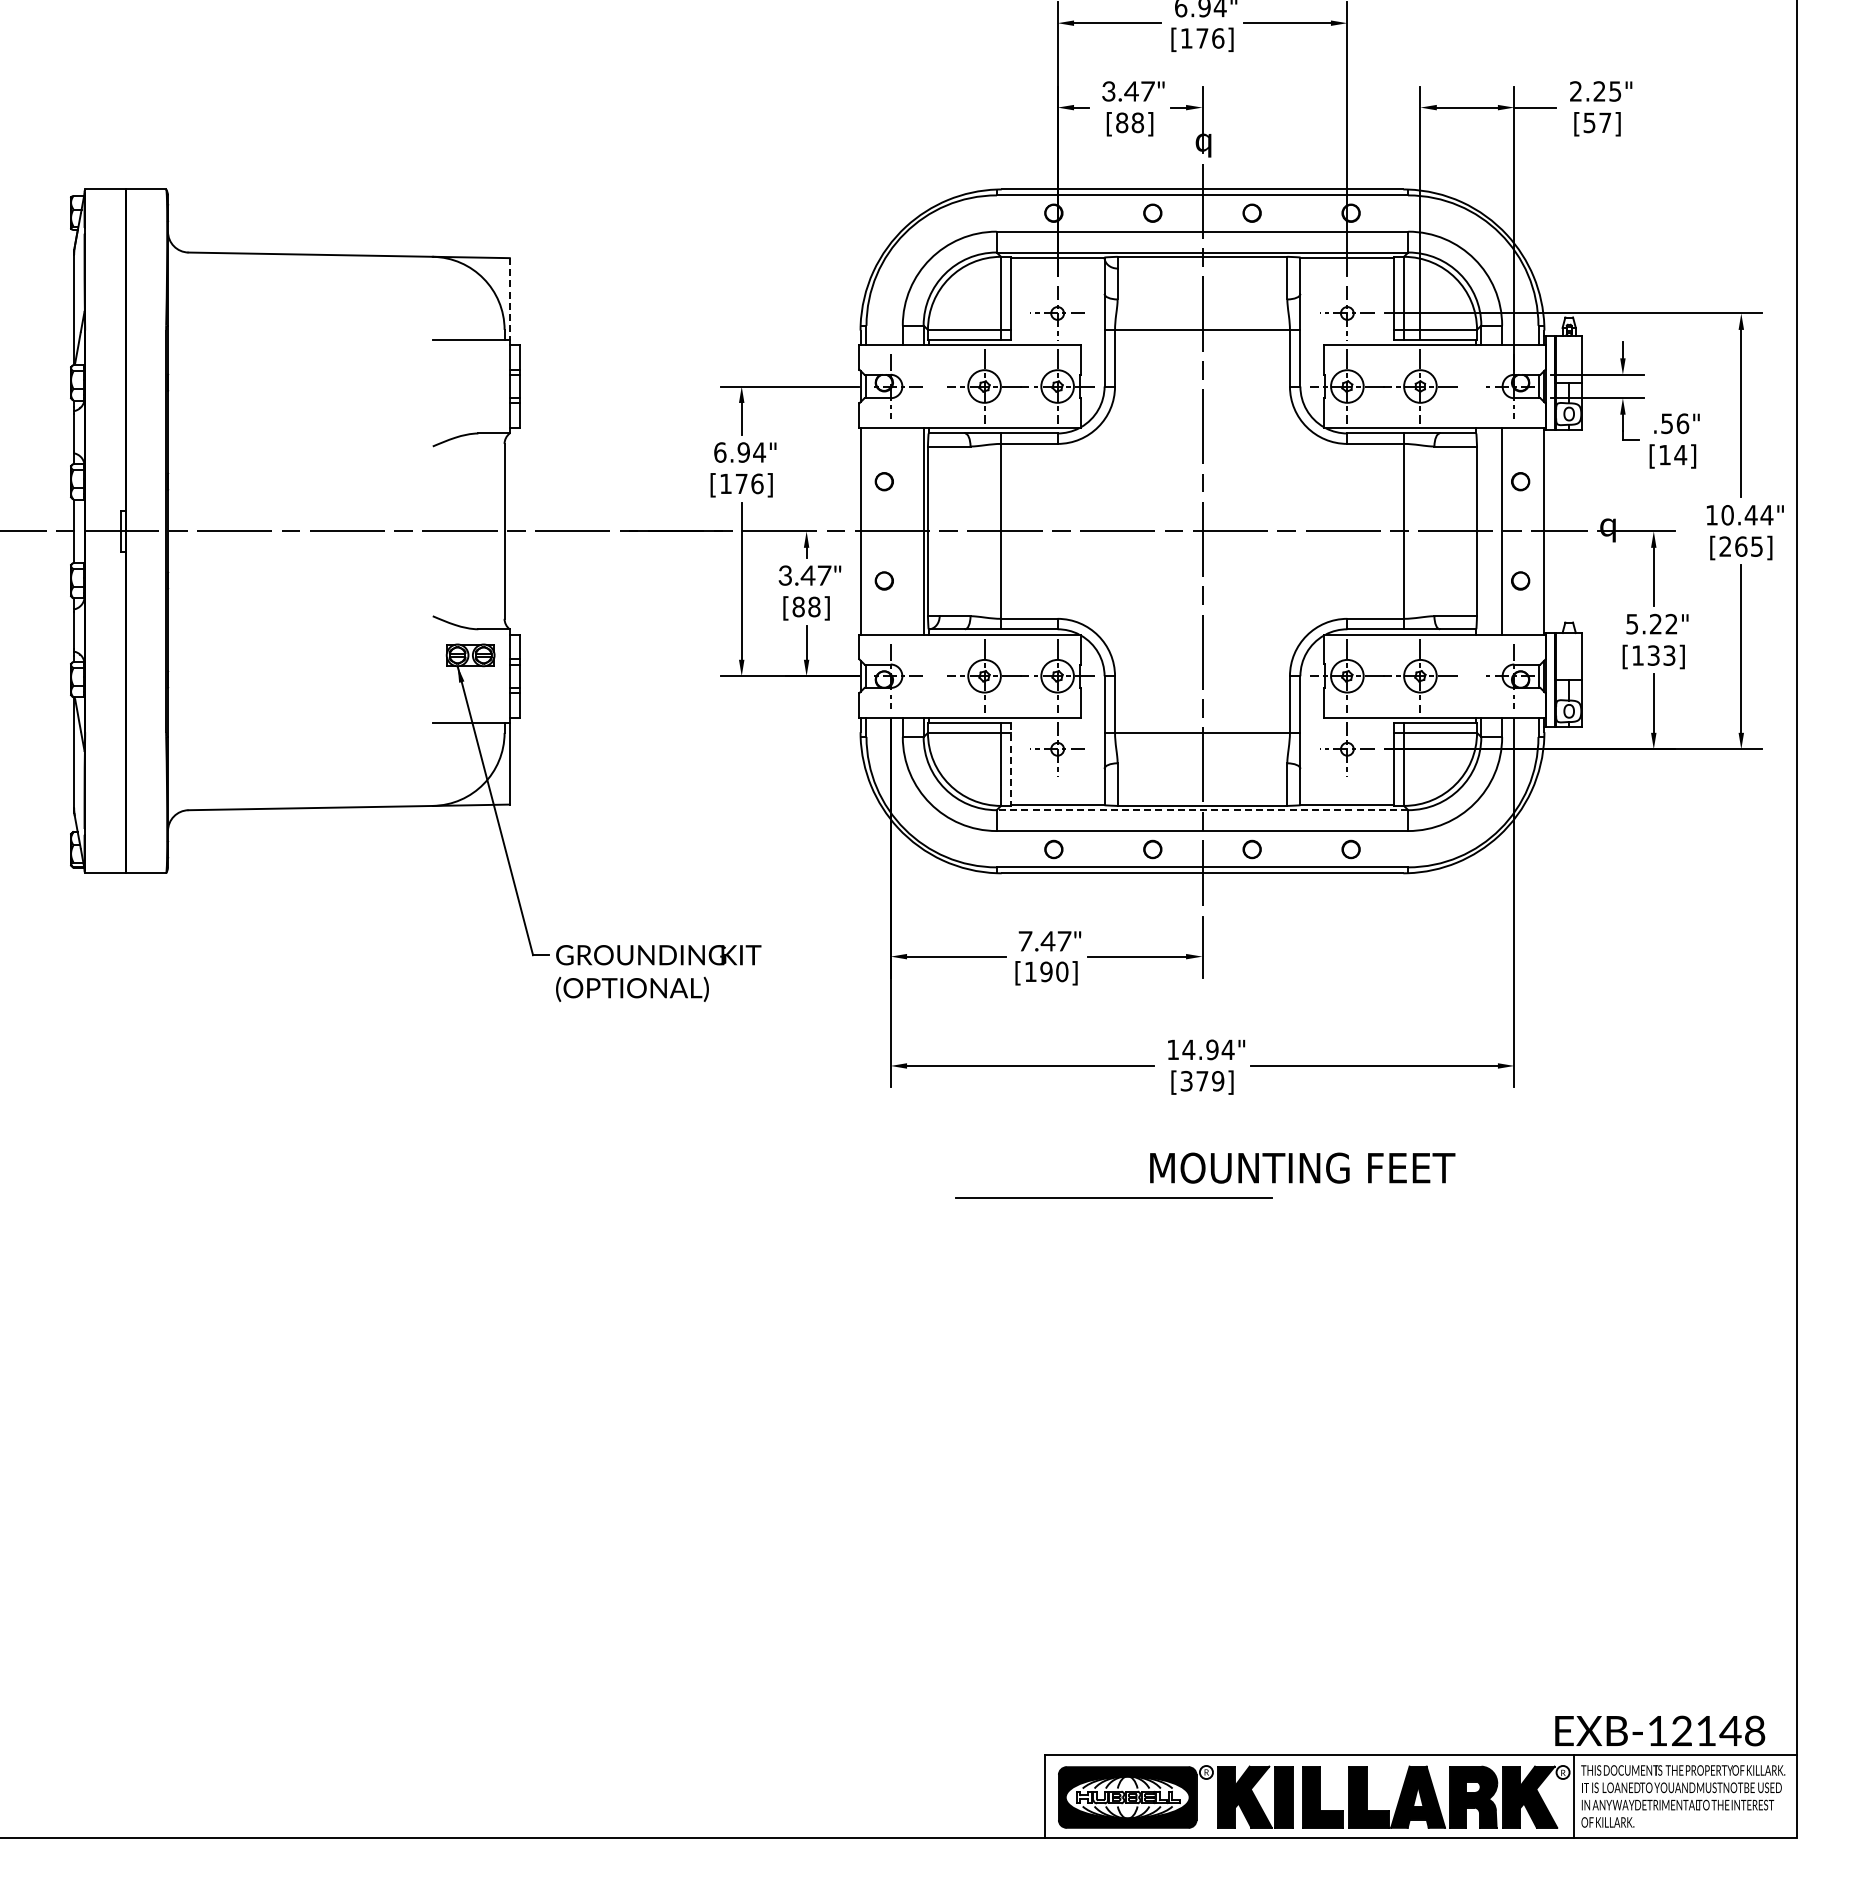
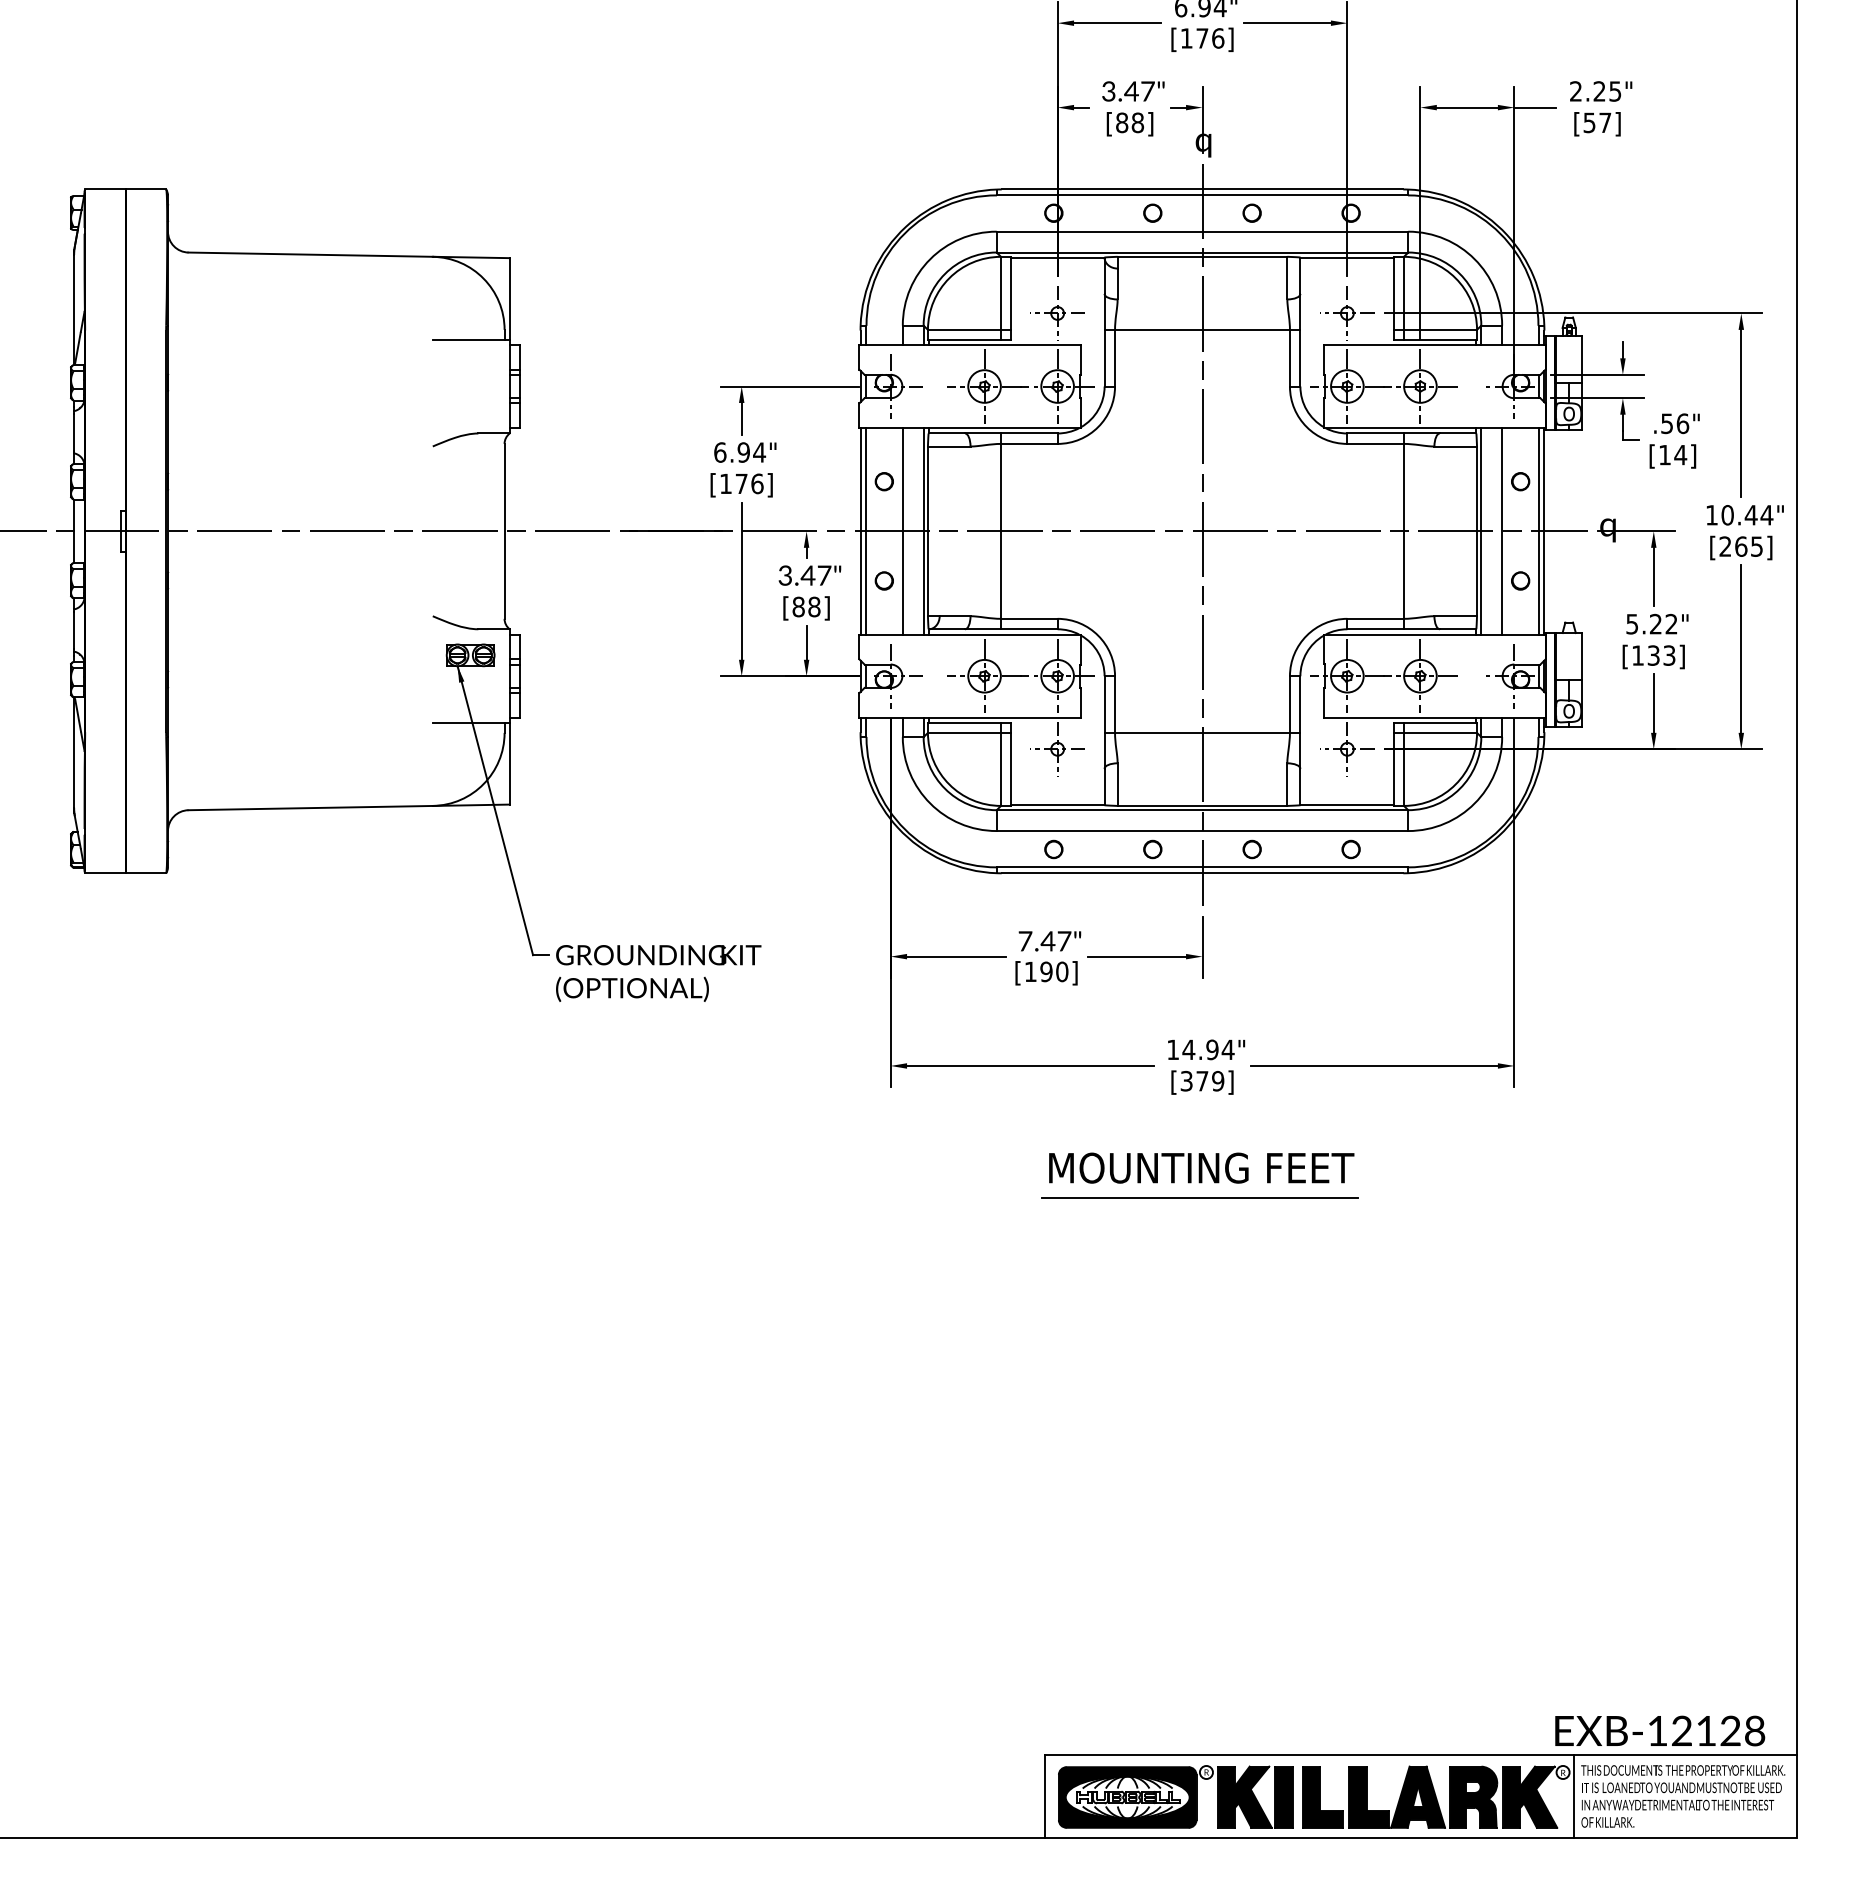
line at (509, 298): dashed -> solid
line at (866, 531): none -> present
line at (902, 531): none -> present
line at (1481, 531): none -> present
line at (1538, 531): none -> present
line at (1010, 763): dashed -> solid
line at (1202, 810): dashed -> solid
text at (1302, 1167) position: (1302, 1167) -> (1201, 1167)
line at (1113, 1197) position: (1113, 1197) -> (1199, 1197)
text at (1730, 1730): EXB-12148 -> EXB-12128
